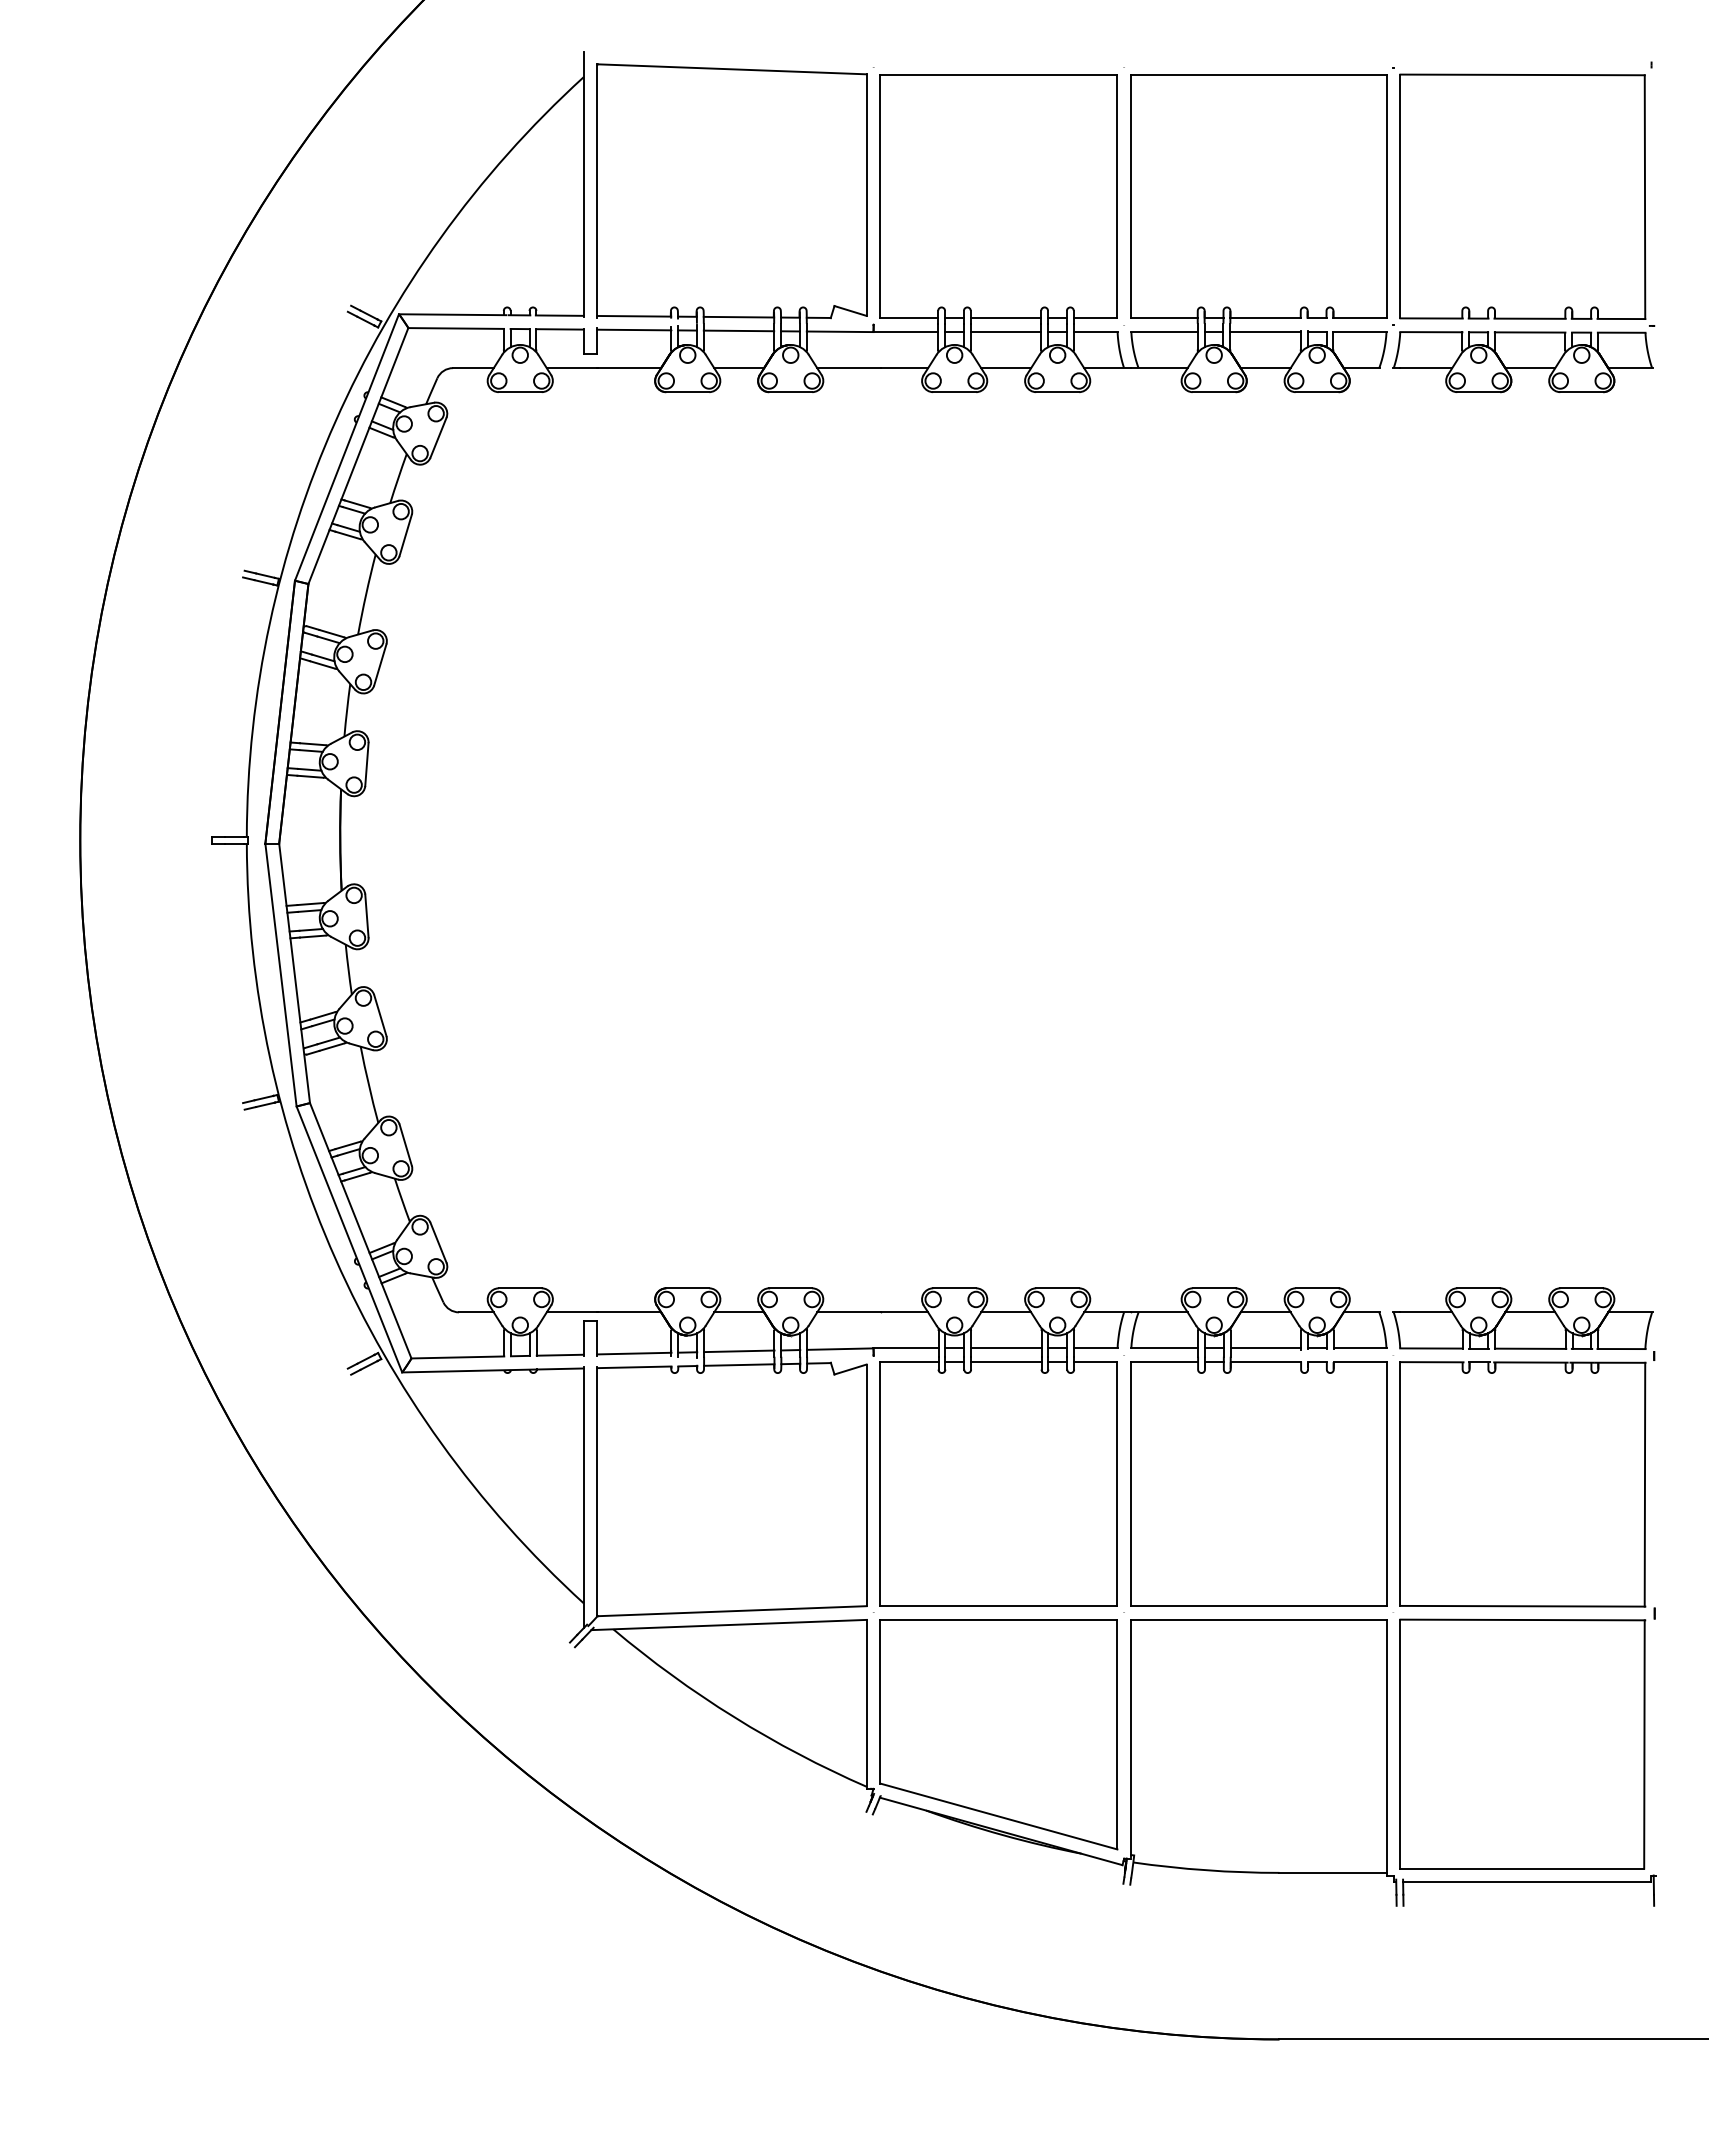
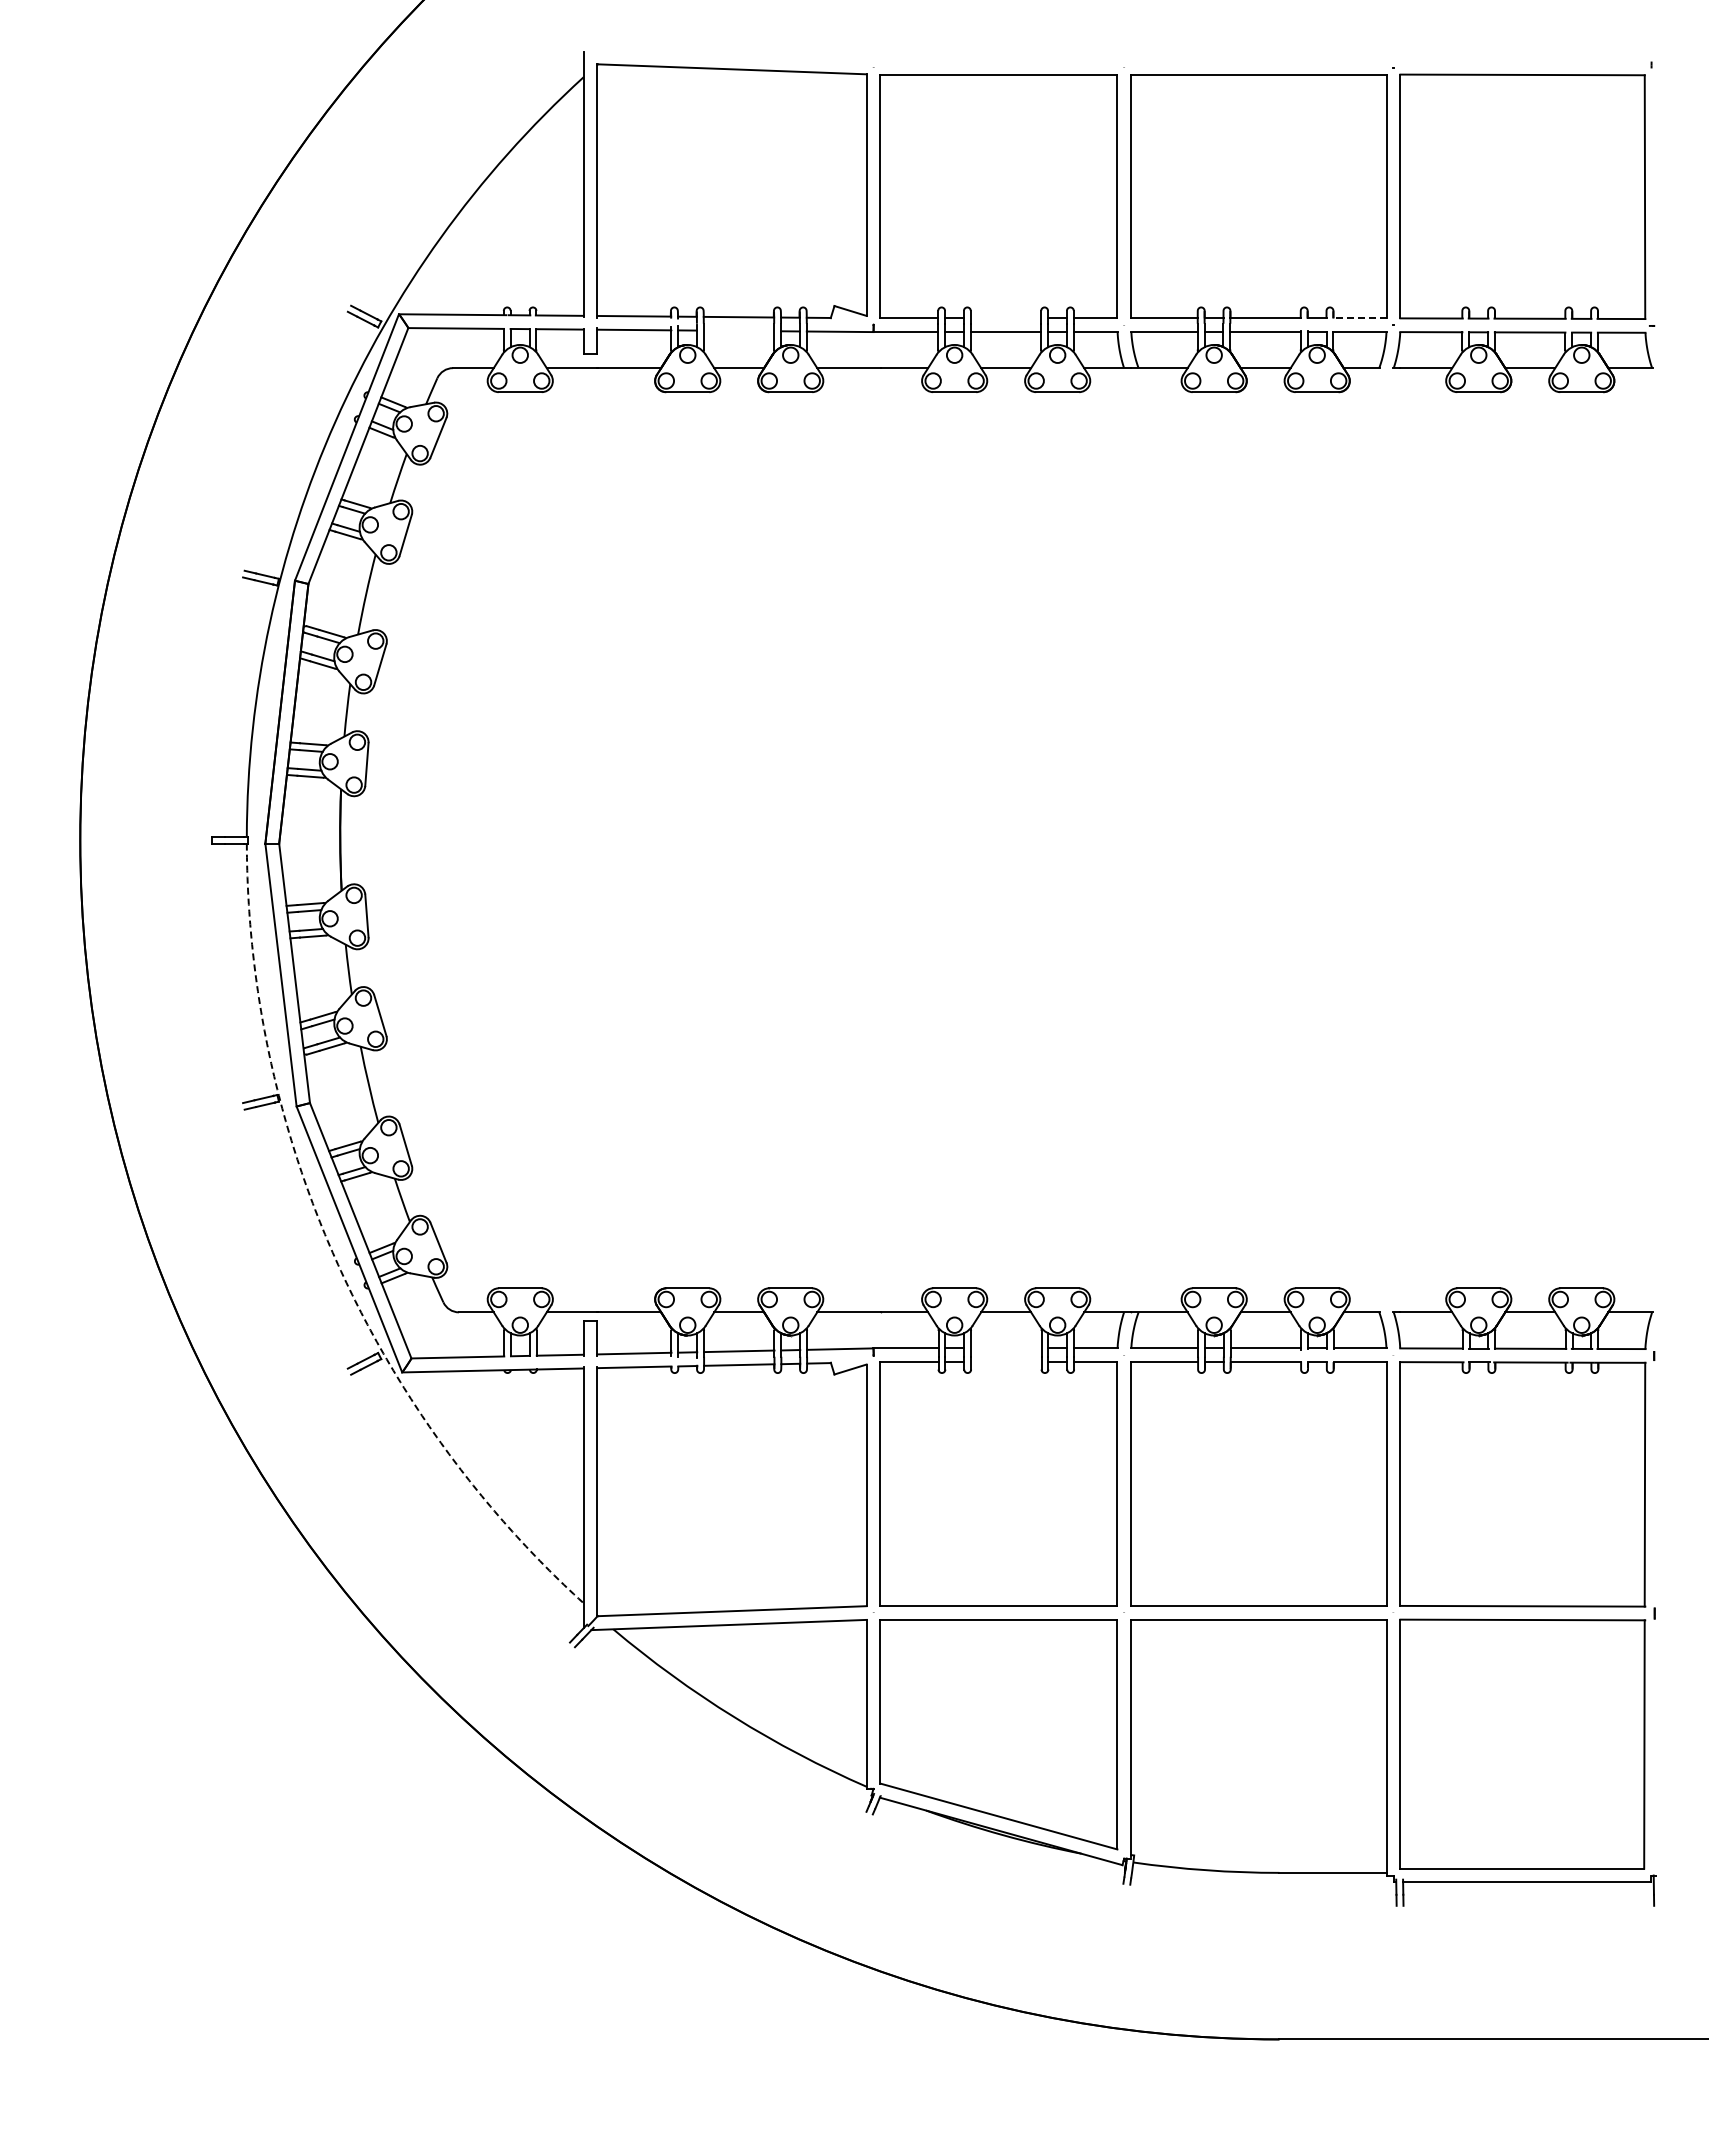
line at (1005, 318): present -> none
line at (1360, 318): solid -> dashed
line at (738, 330): present -> none
arc at (335, 1258): solid -> dashed
line at (1006, 1348): present -> none
line at (1006, 1362): present -> none
